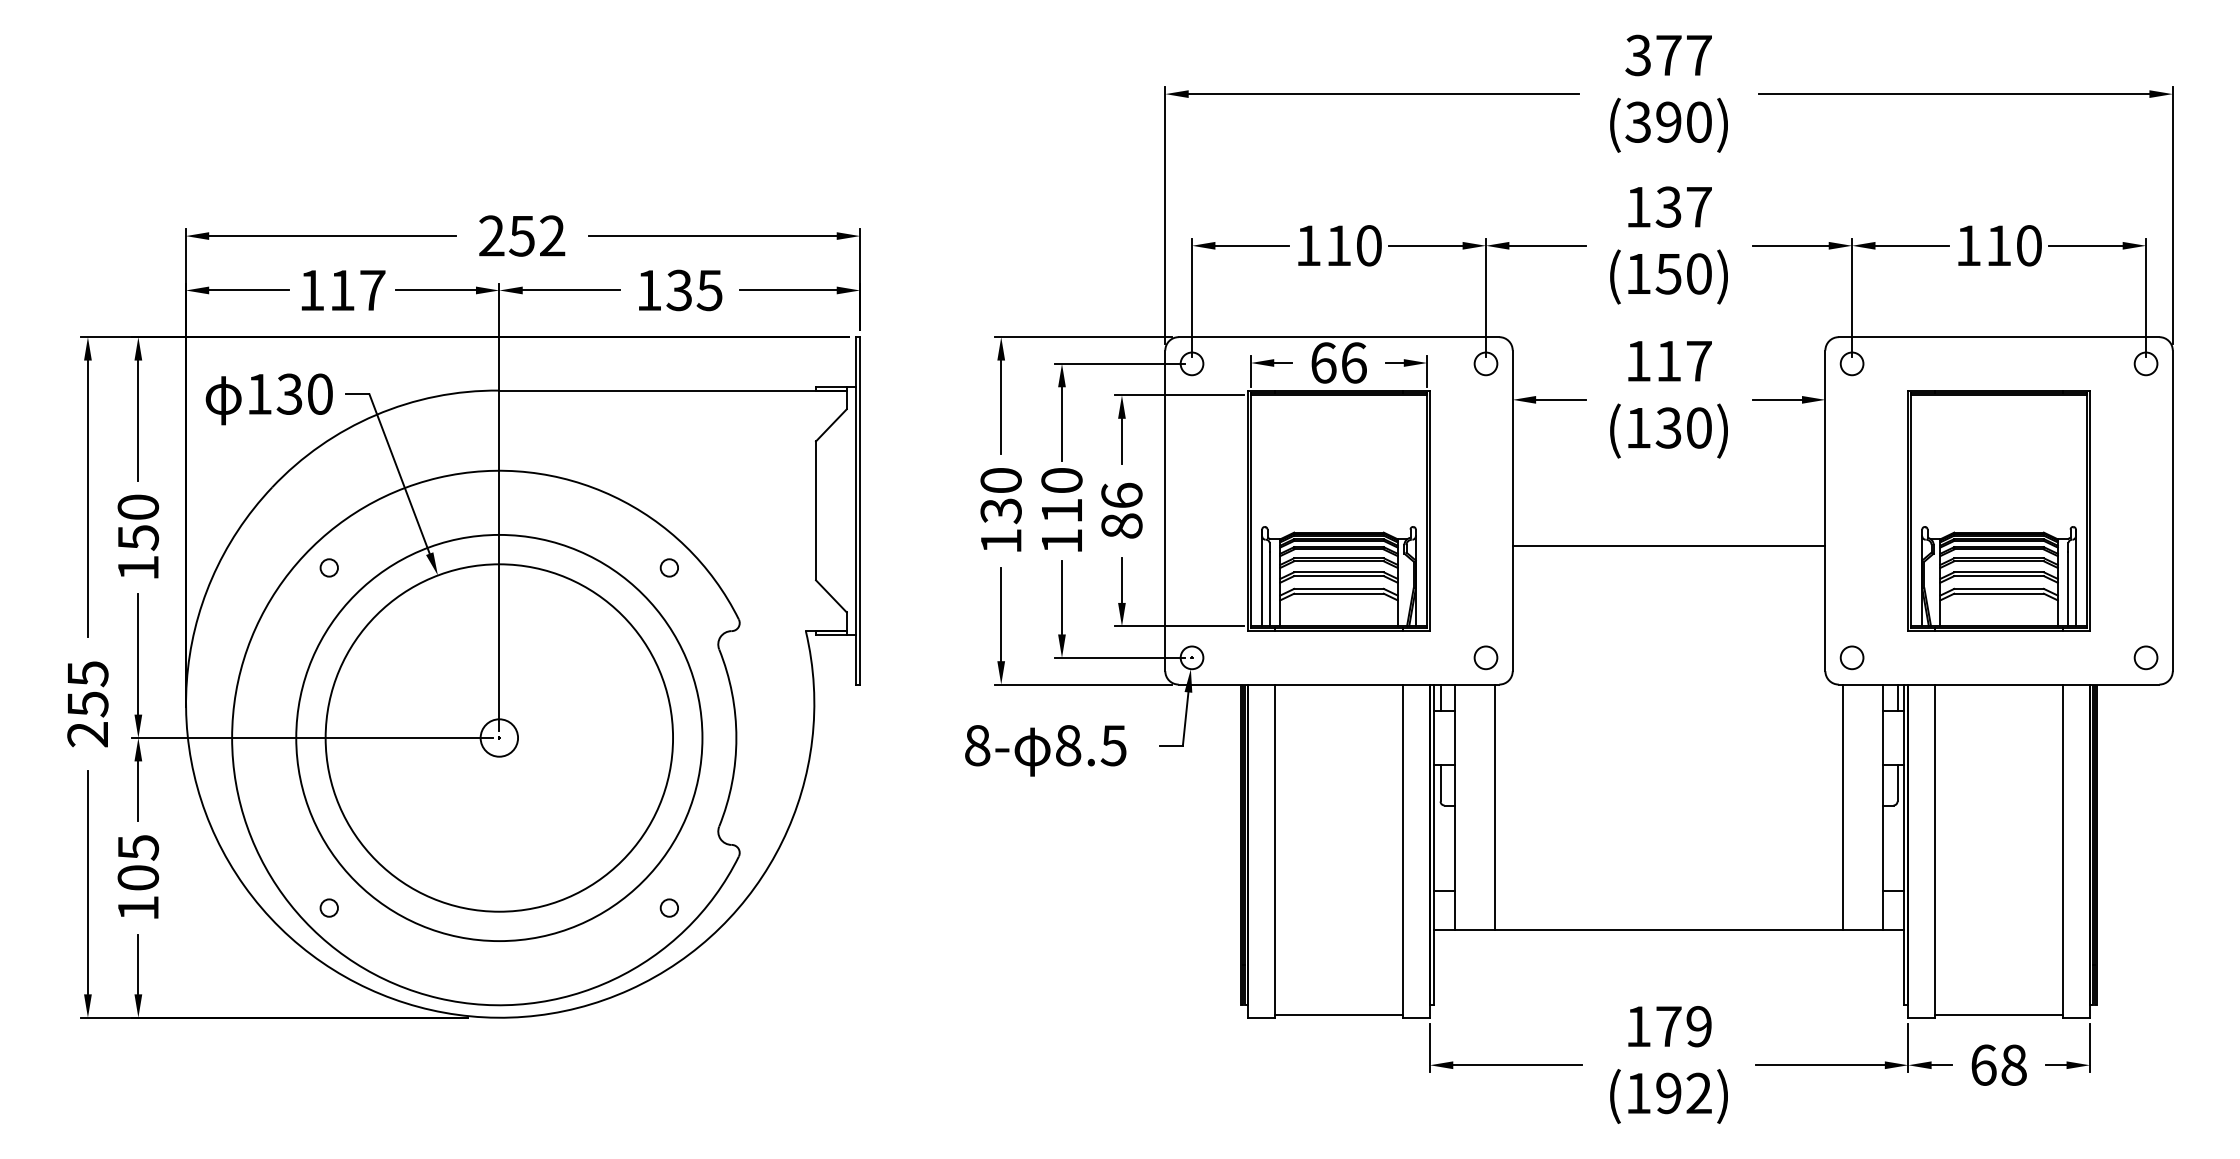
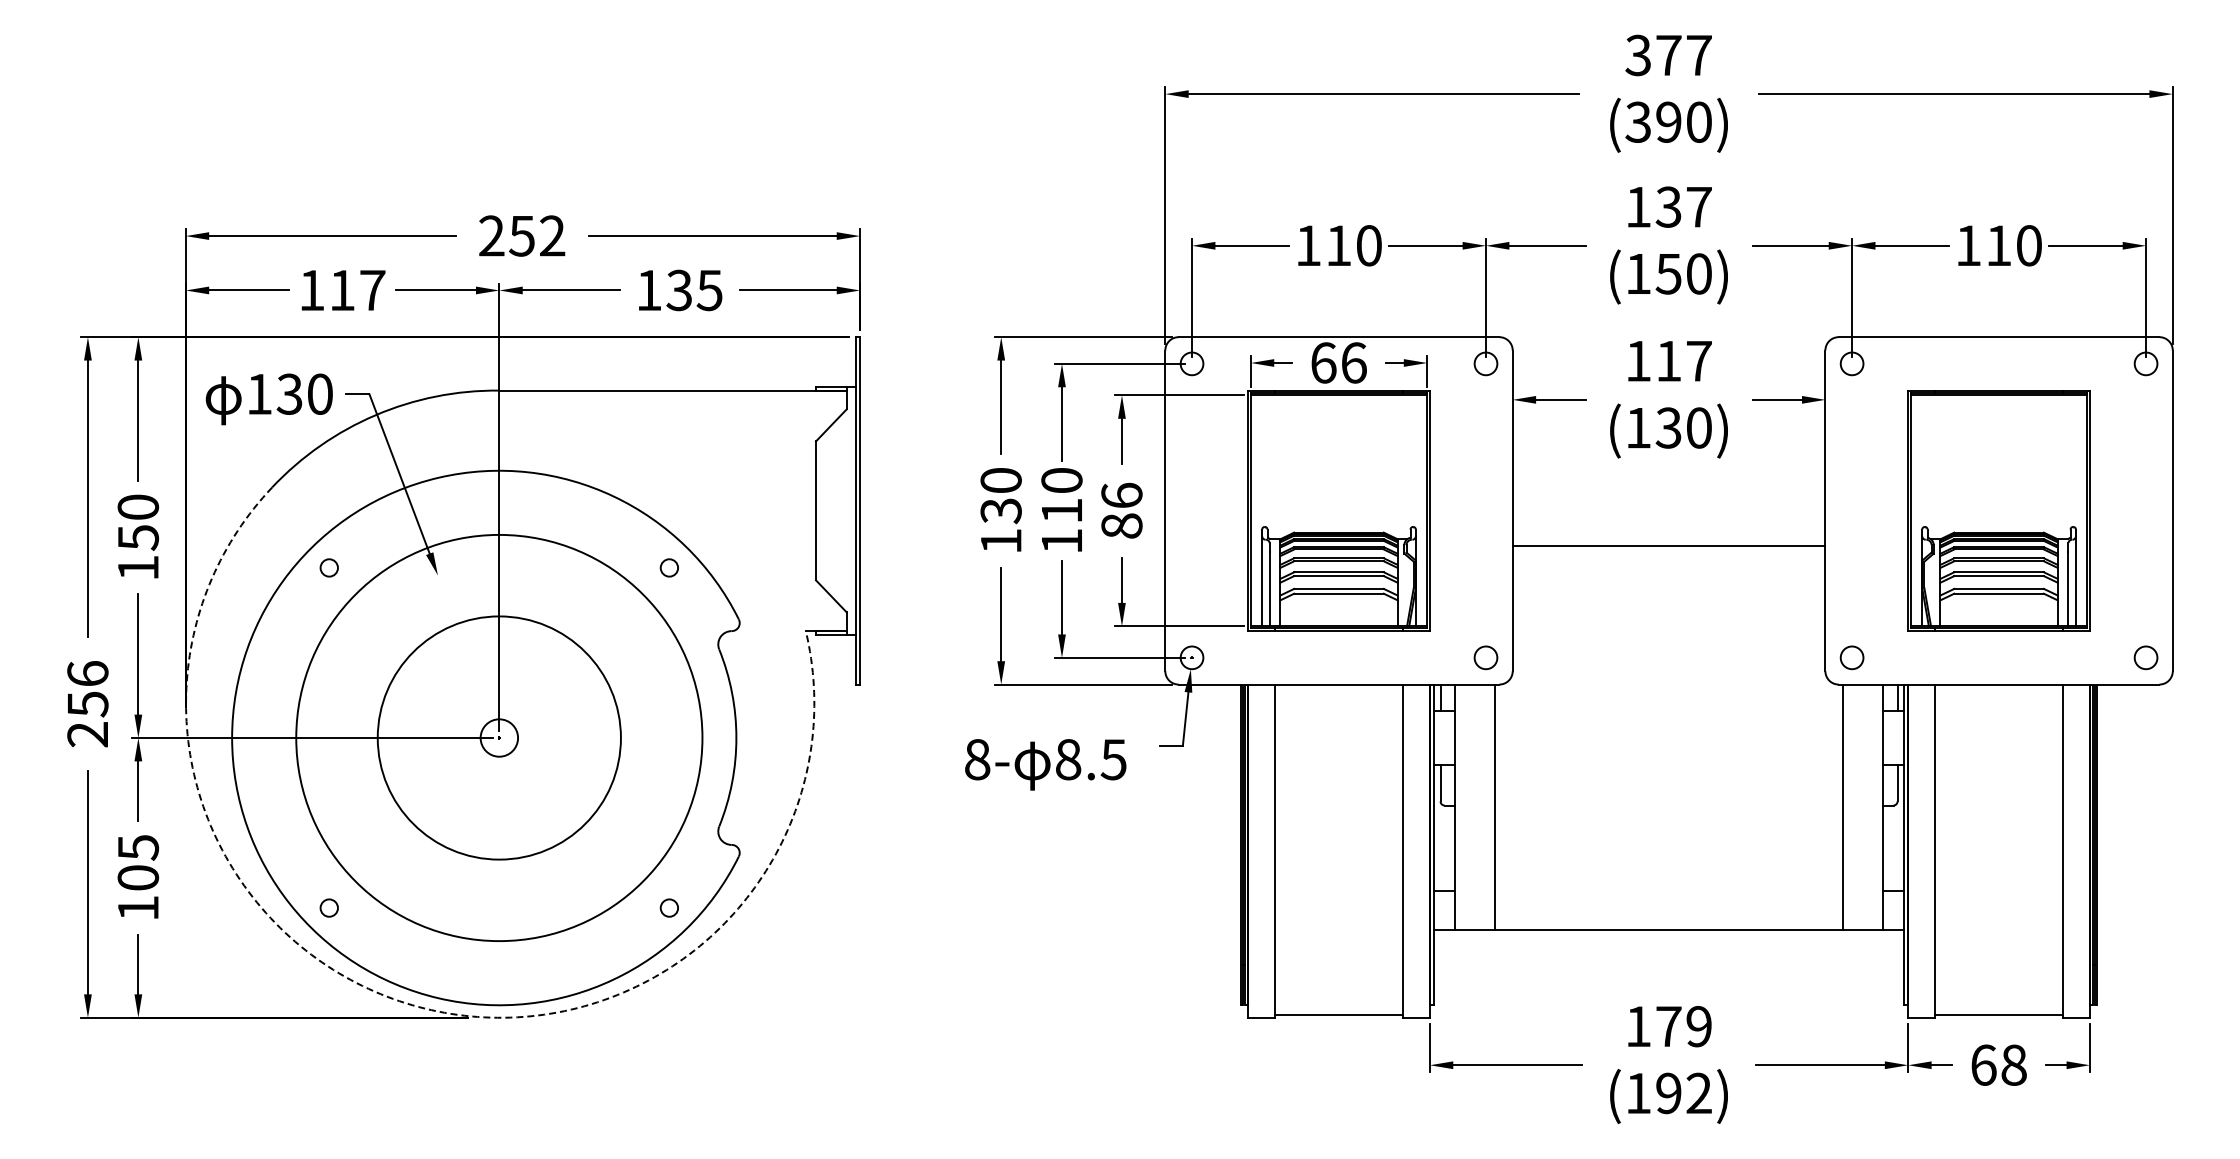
text at (87, 674): 255 -> 256
circle at (499, 737) diameter: 347 px -> 243 px
text at (1045, 750) position: (1045, 750) -> (1045, 764)
arc at (418, 1006): solid -> dashed
